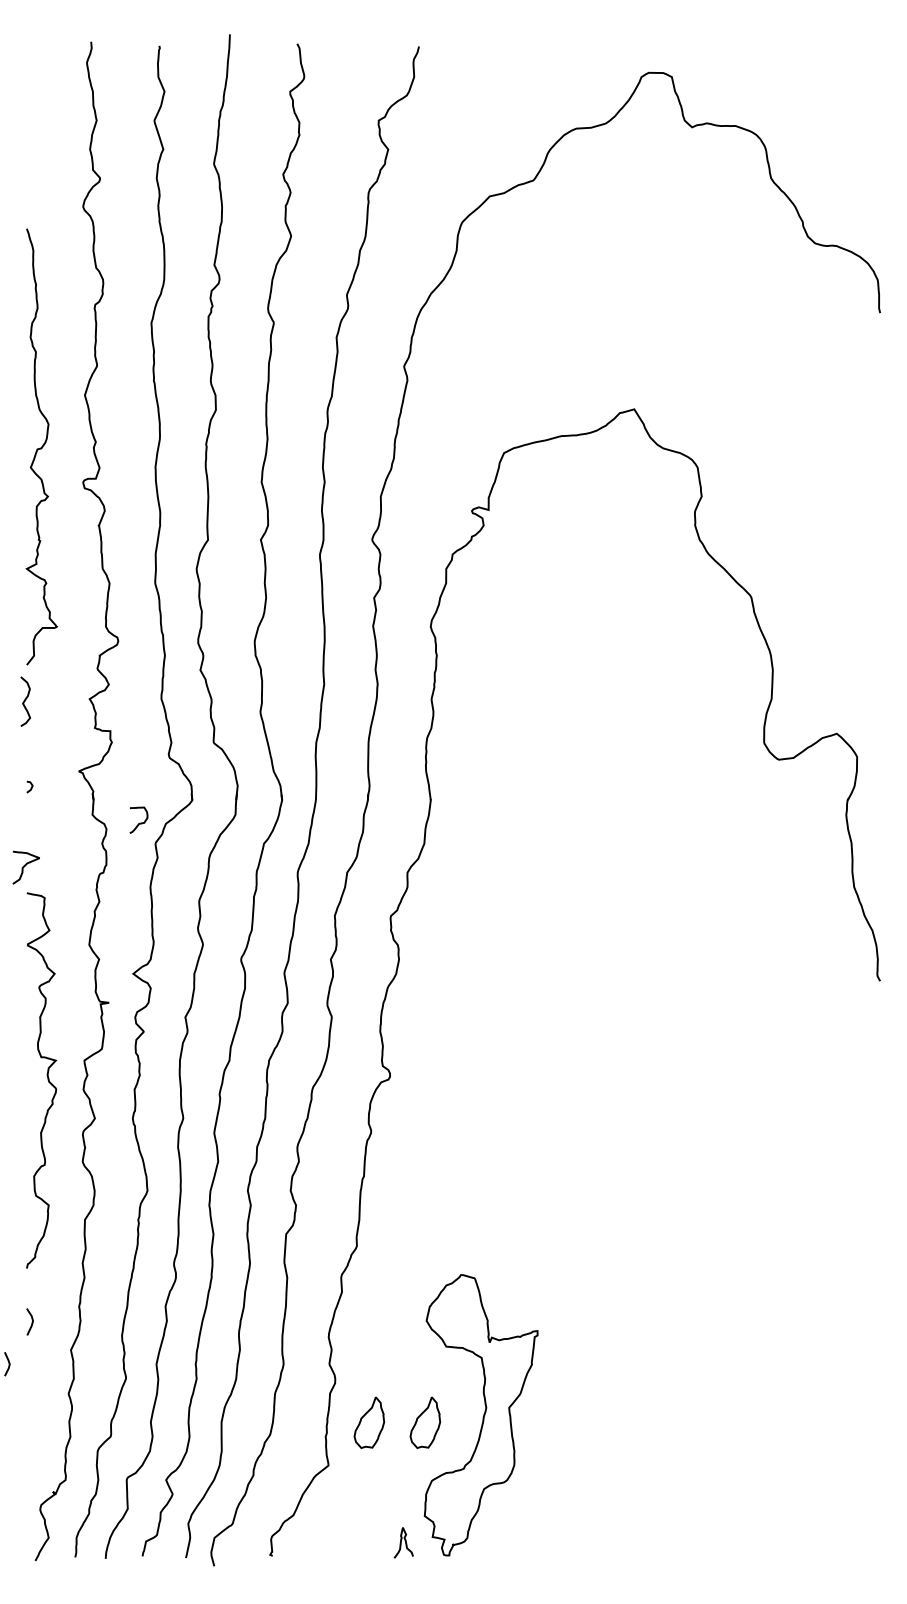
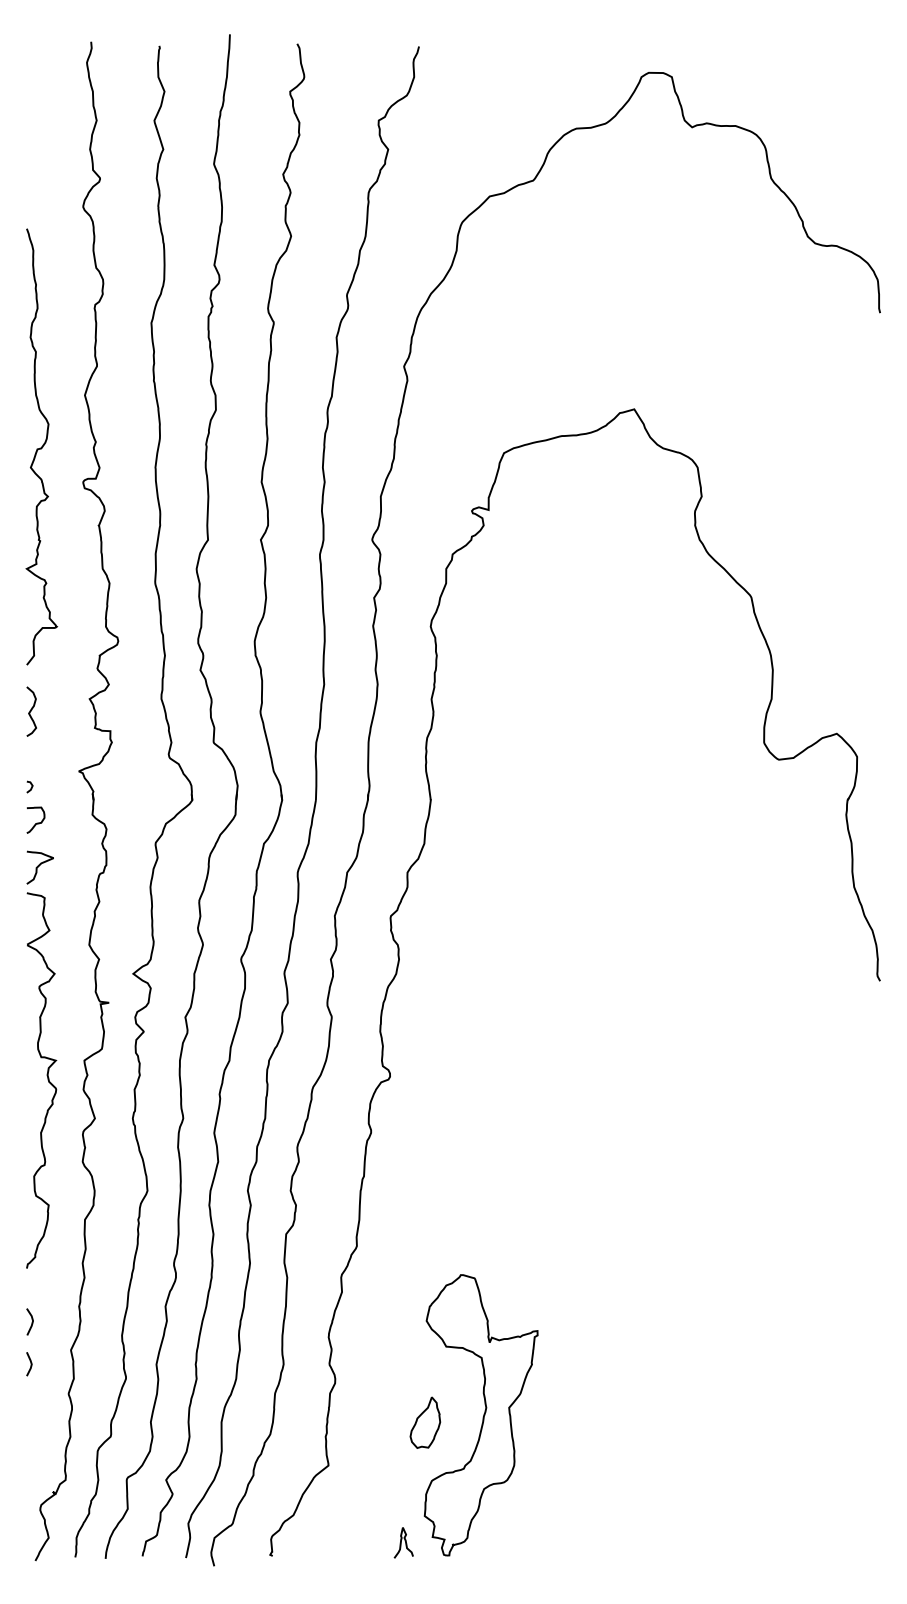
curve at (25, 701) position: (25, 701) -> (31, 711)
curve at (140, 822) position: (140, 822) -> (37, 822)
curve at (25, 866) position: (25, 866) -> (39, 866)
line at (8, 1364) position: (8, 1364) -> (30, 1364)
part at (369, 1422): present -> none
